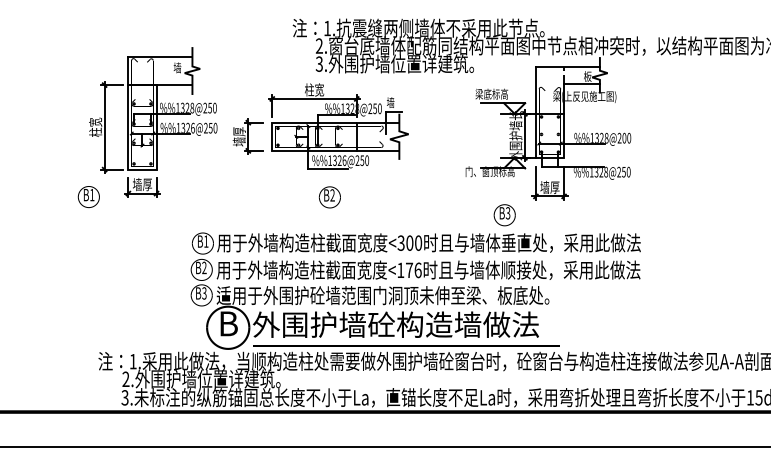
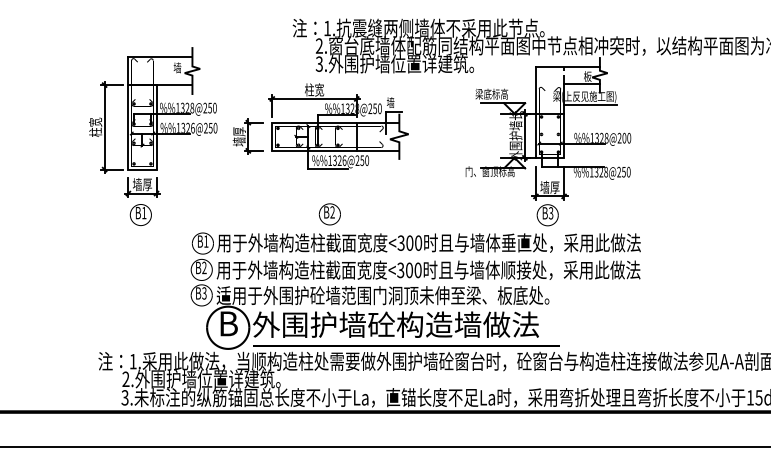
line at (590, 104): none -> present
text at (88, 197) position: (88, 197) -> (140, 215)
text at (329, 197) position: (329, 197) -> (329, 214)
text at (504, 215) position: (504, 215) -> (547, 215)
text at (409, 270): <176 -> <300
